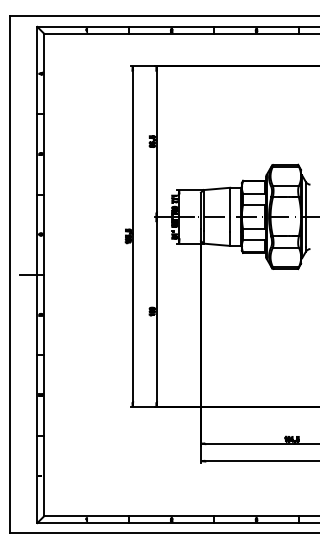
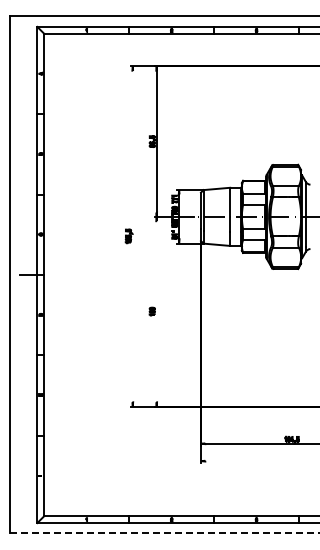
line at (132, 236): present -> none
line at (156, 311): present -> none
line at (260, 461): present -> none
line at (164, 533): solid -> dashed
